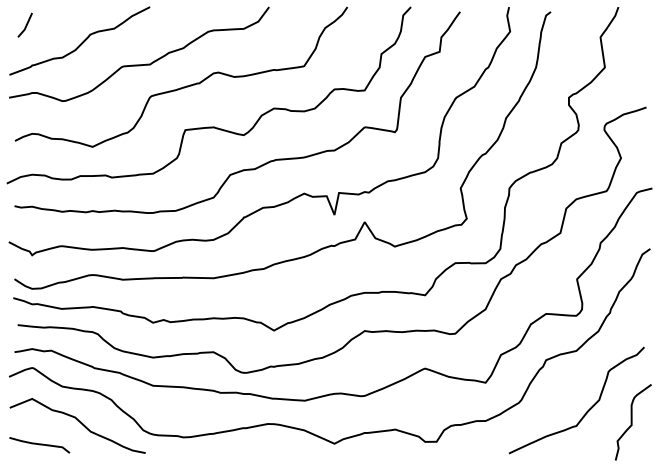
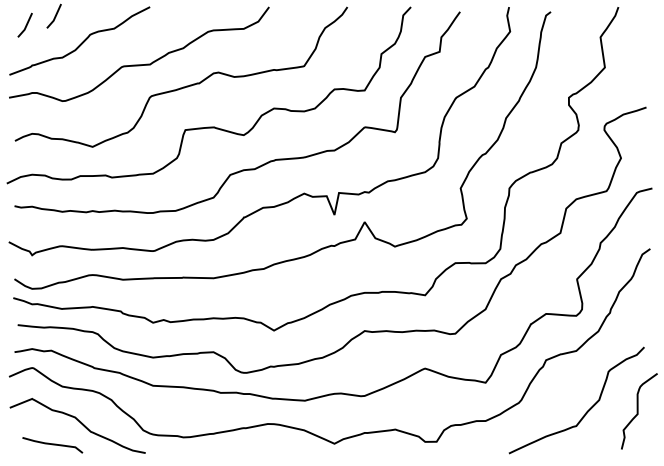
line at (54, 16): none -> present
curve at (632, 422) position: (632, 422) -> (638, 411)
curve at (39, 445) position: (39, 445) -> (52, 445)
